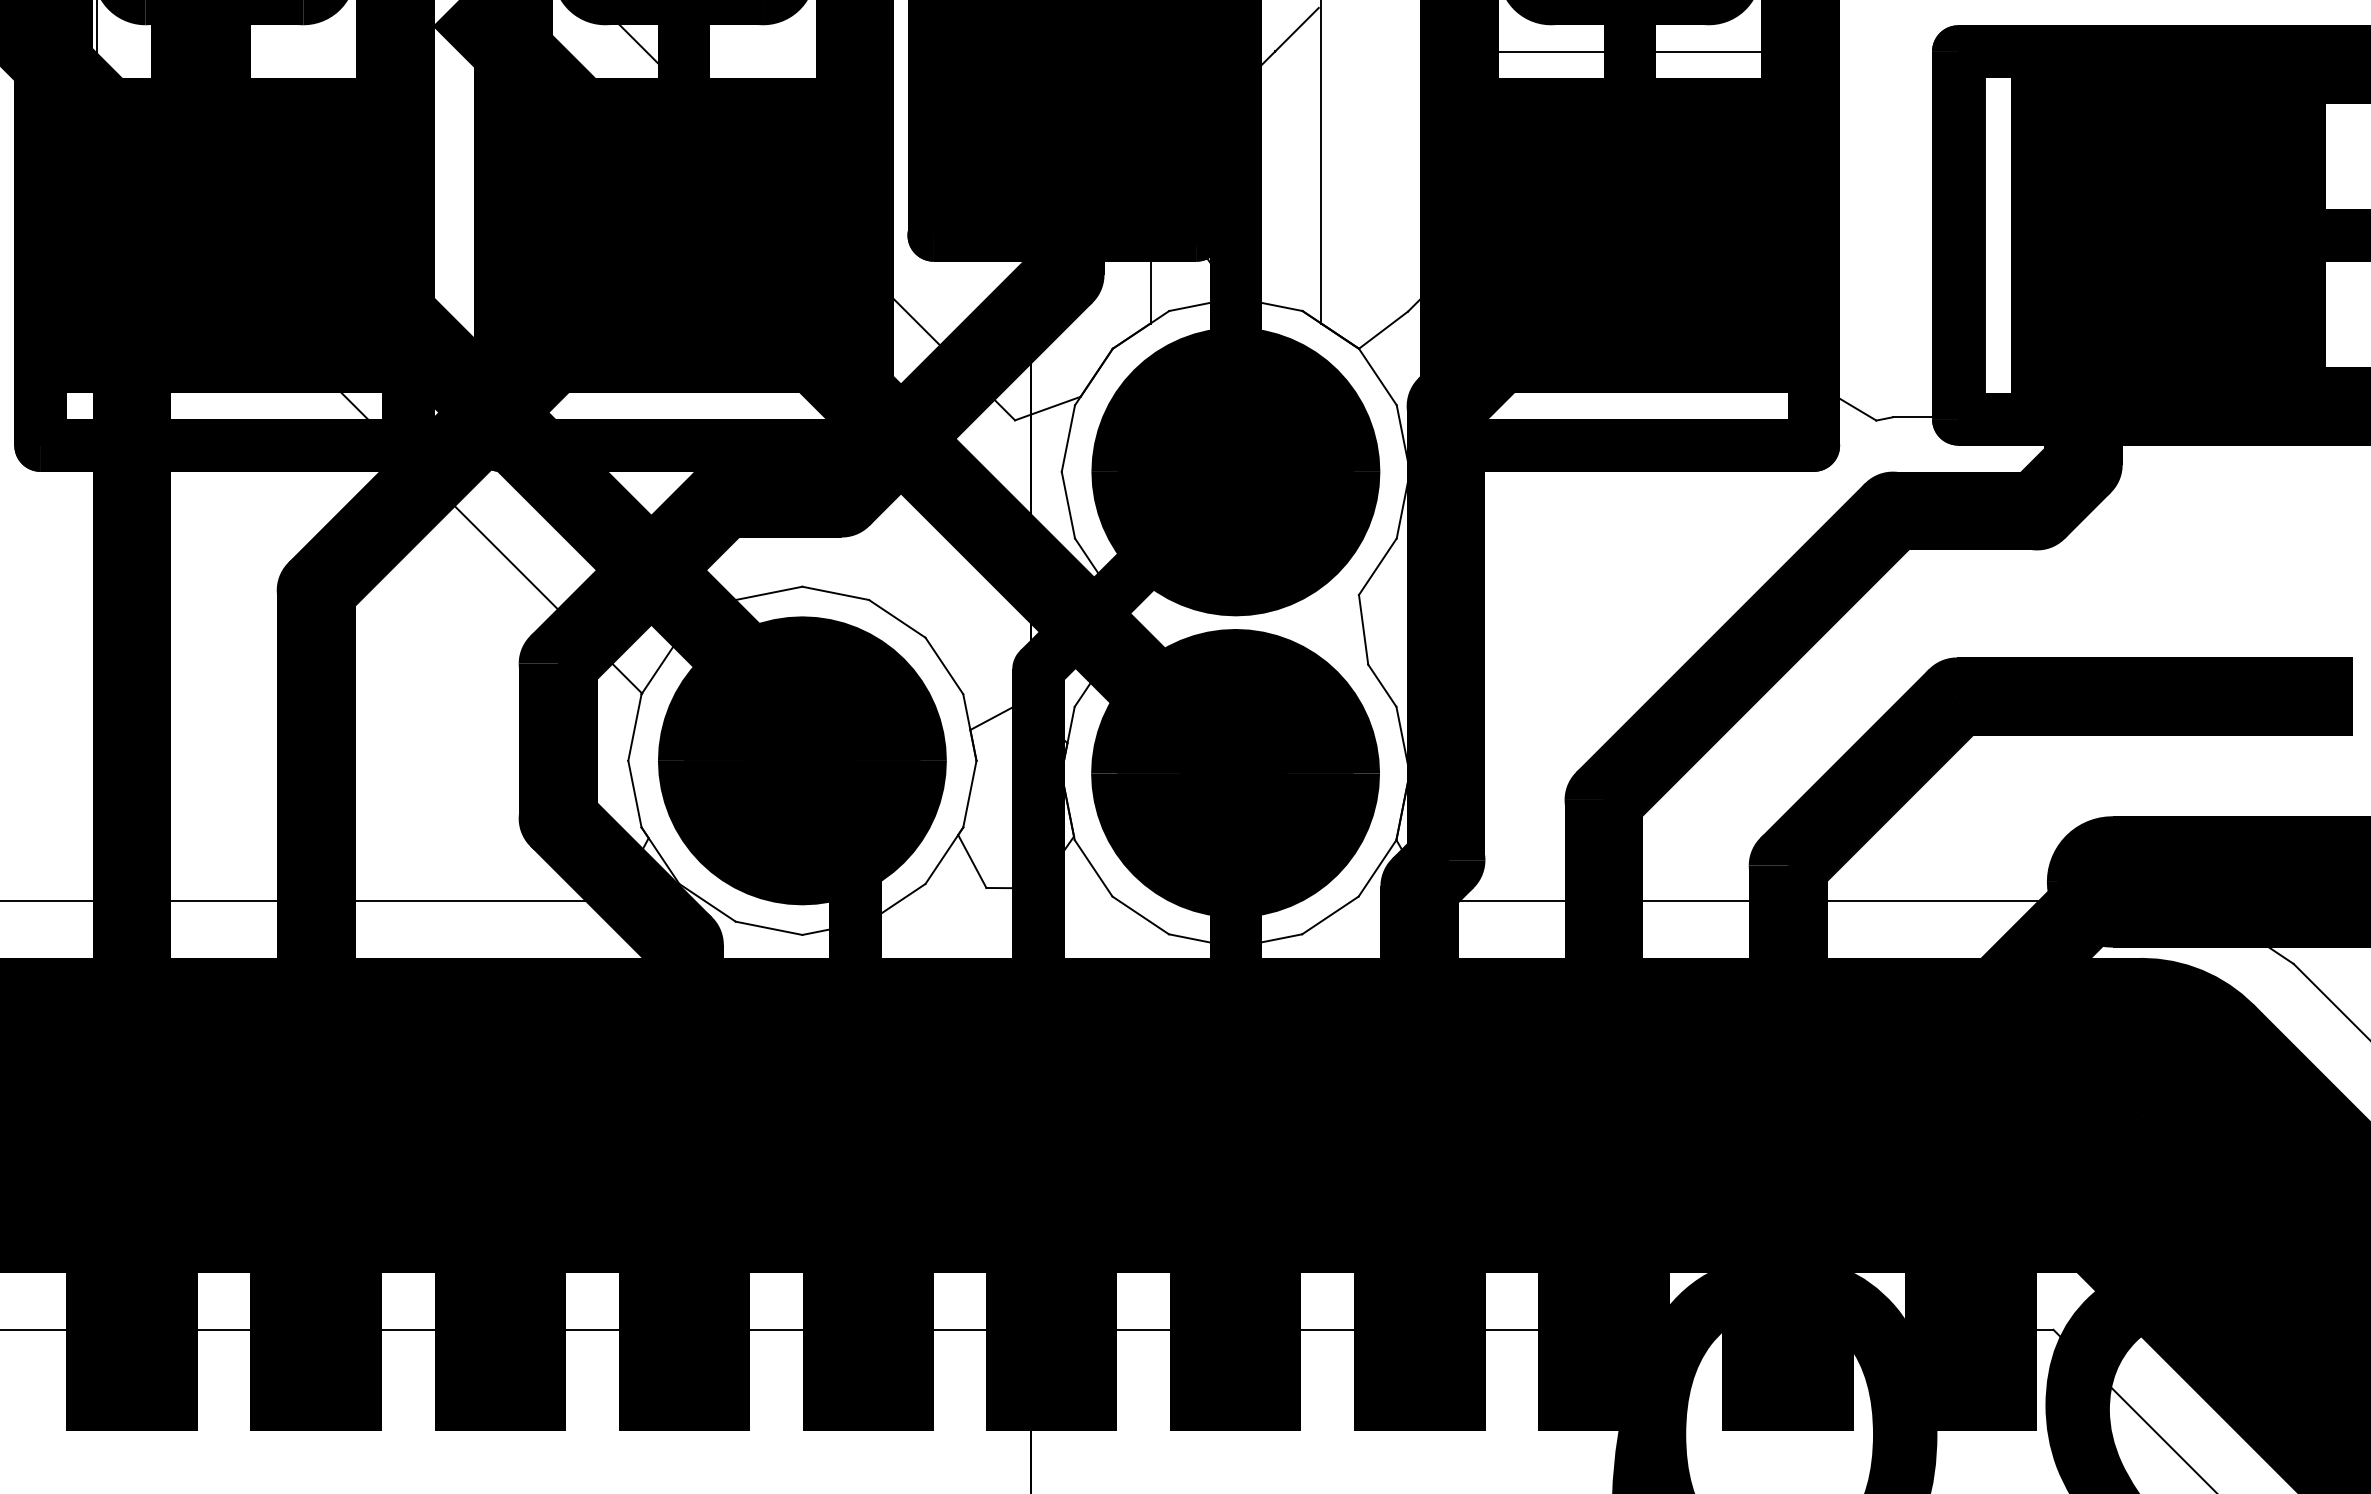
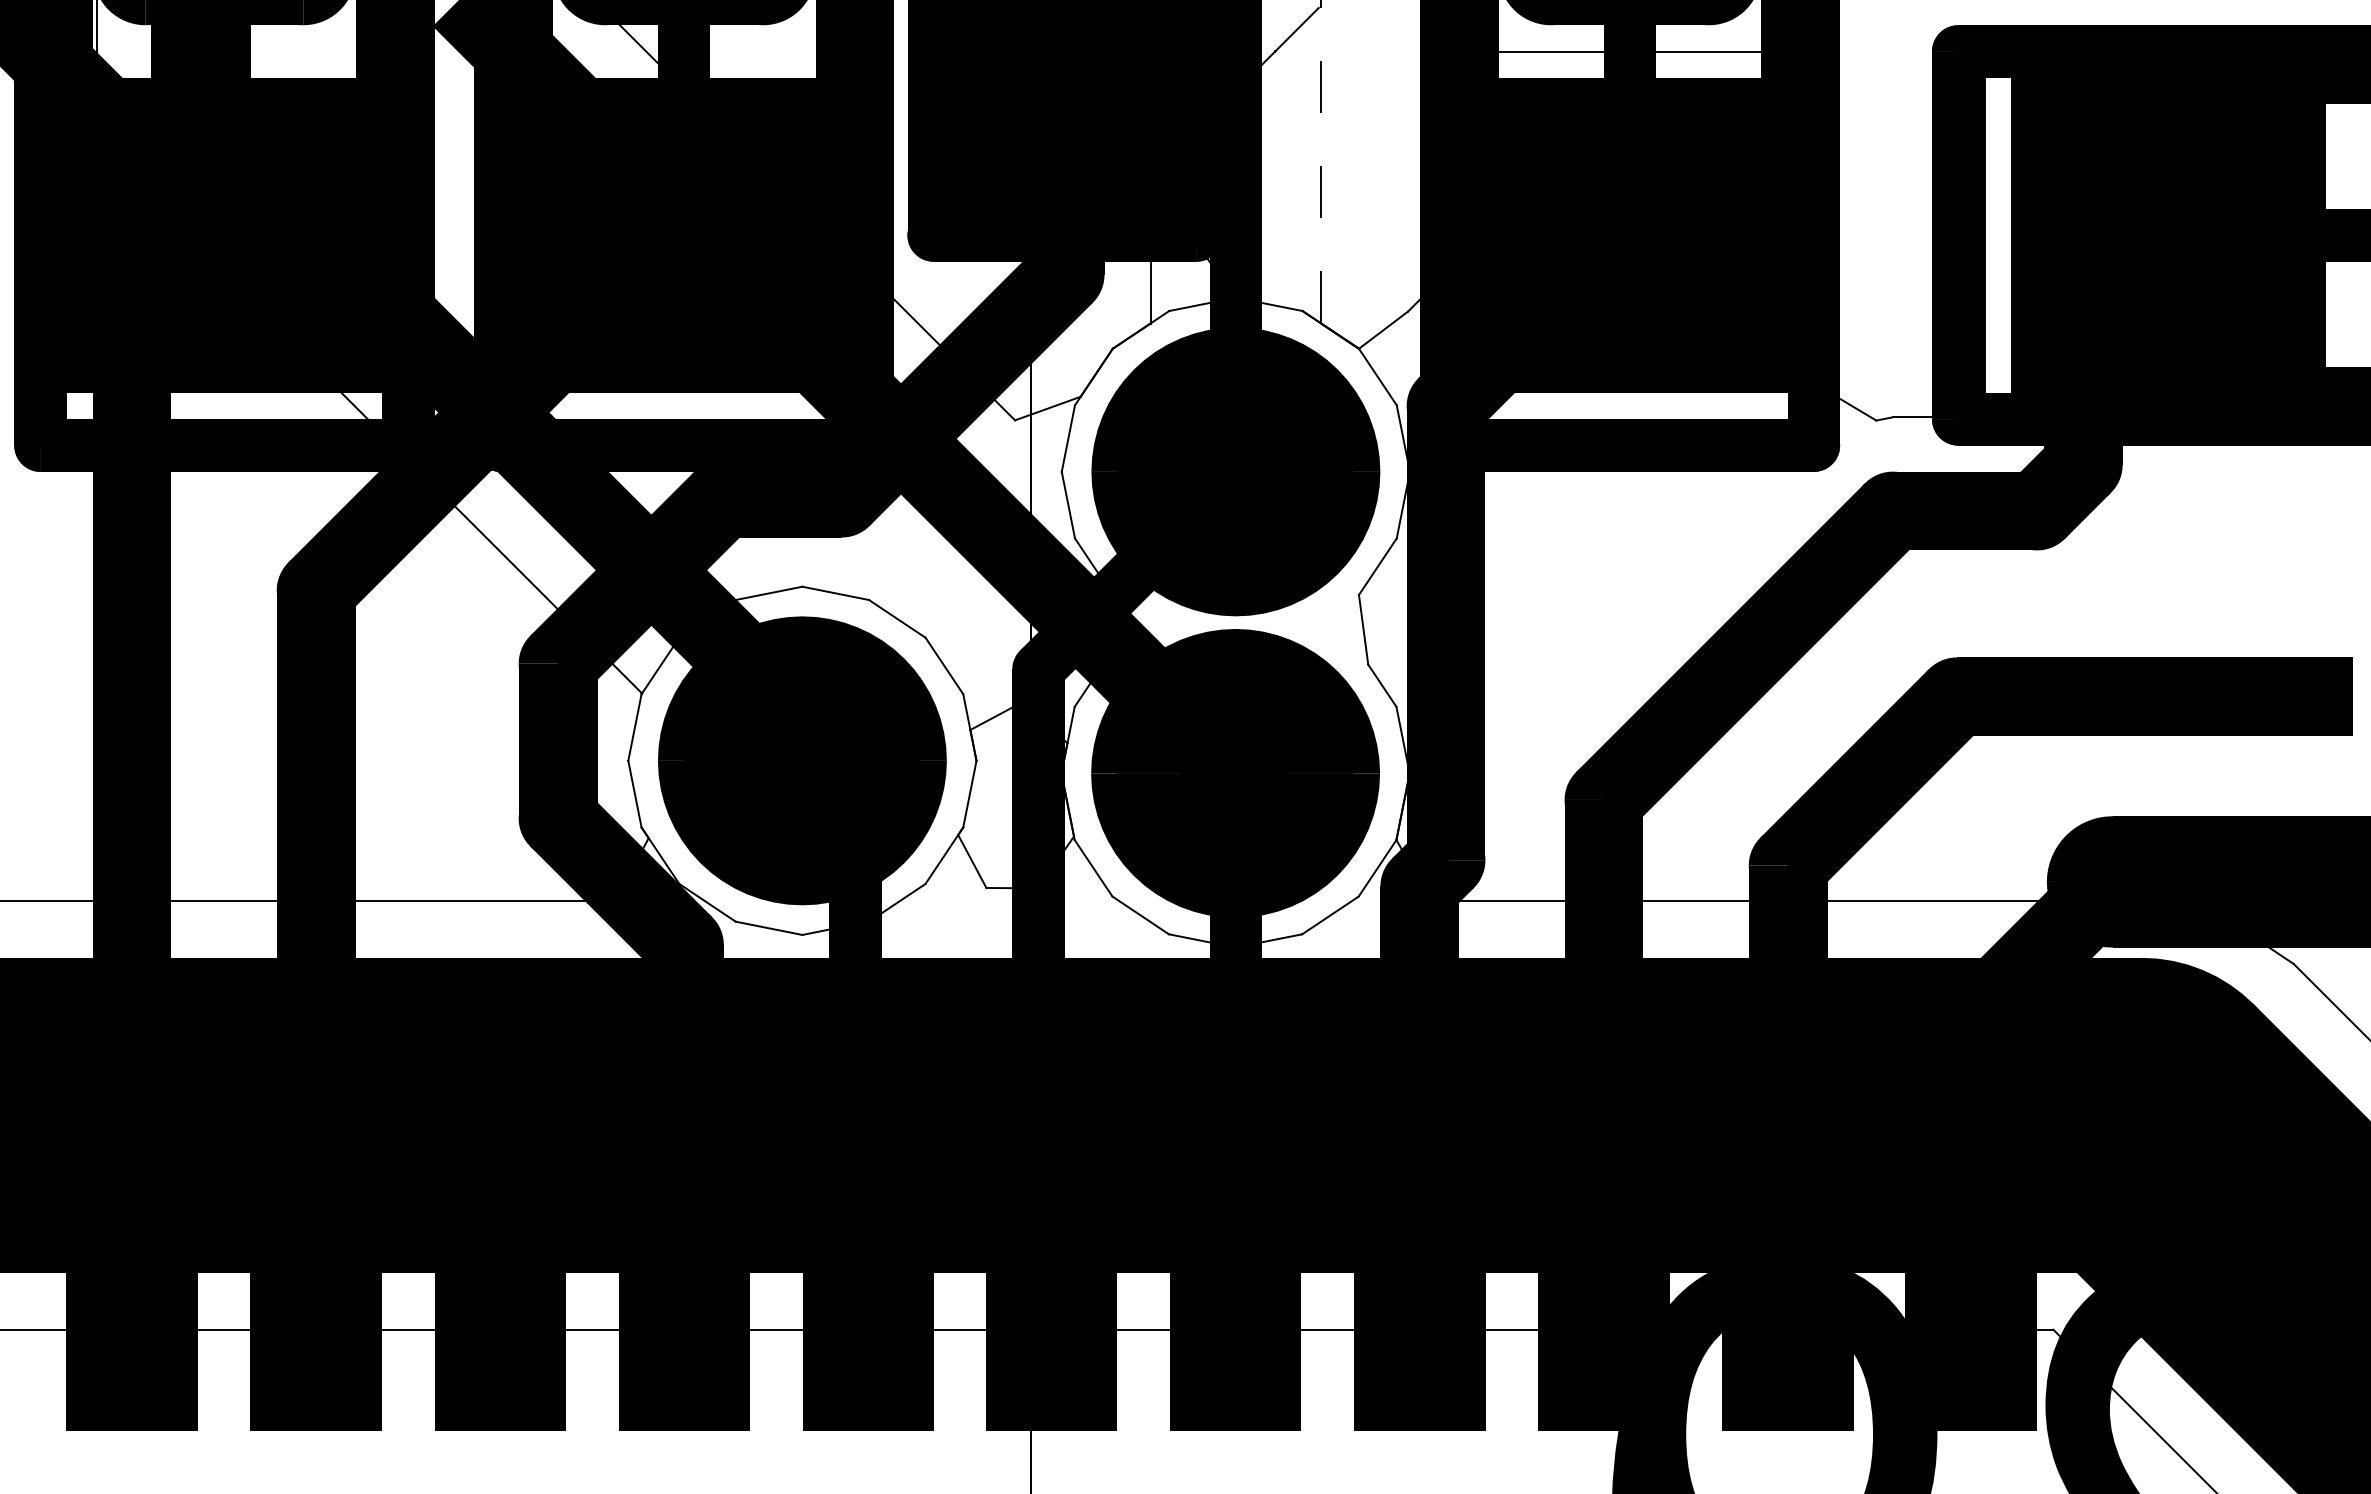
line at (1321, 161): solid -> dashed
